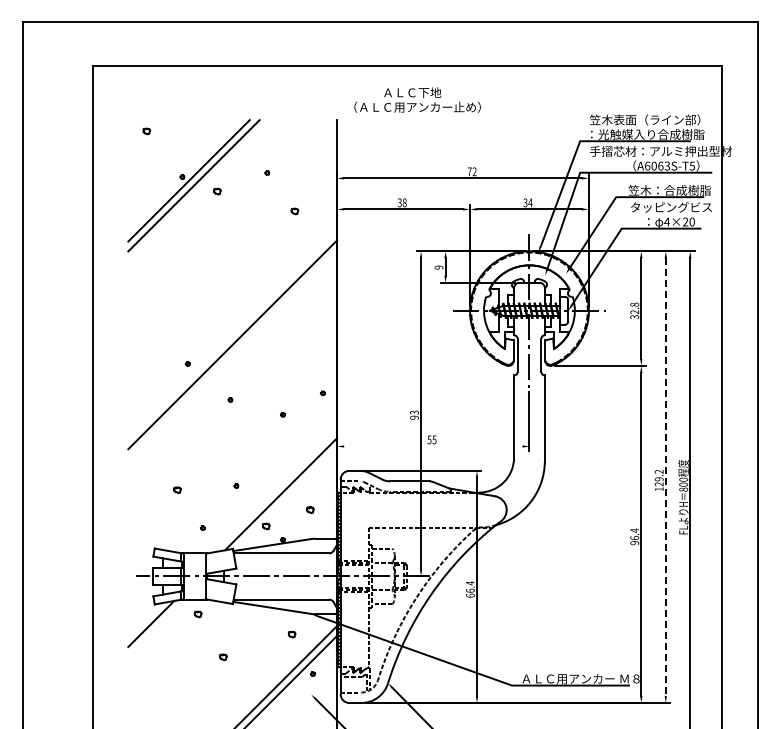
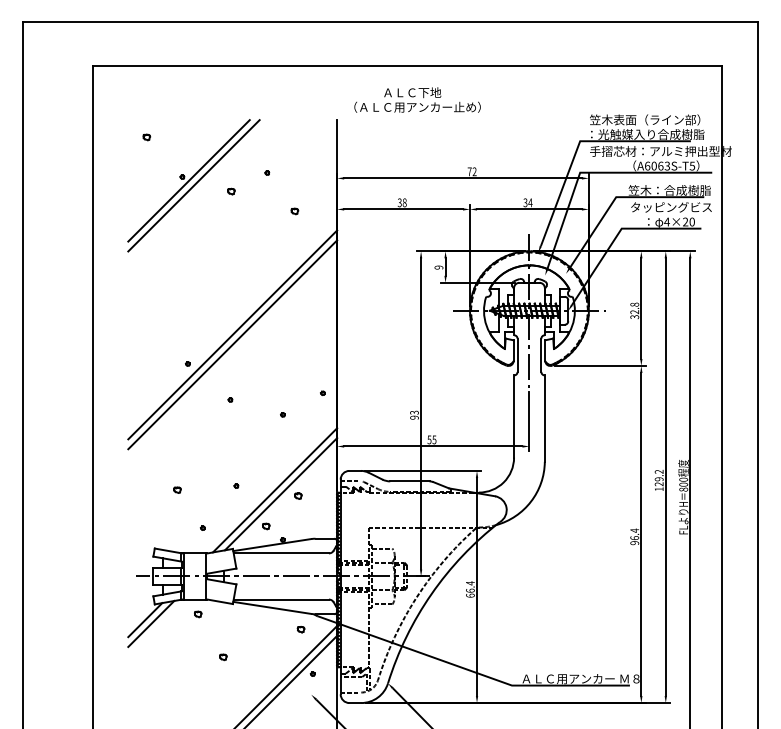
part at (146, 131) position: (146, 131) -> (146, 137)
part at (217, 191) position: (217, 191) -> (231, 191)
line at (232, 334): none -> present
line at (433, 446): none -> present
line at (665, 477): dashed -> solid
line at (274, 490): none -> present
part at (310, 509) position: (310, 509) -> (298, 495)
line at (145, 620): none -> present
part at (291, 634) position: (291, 634) -> (300, 629)
